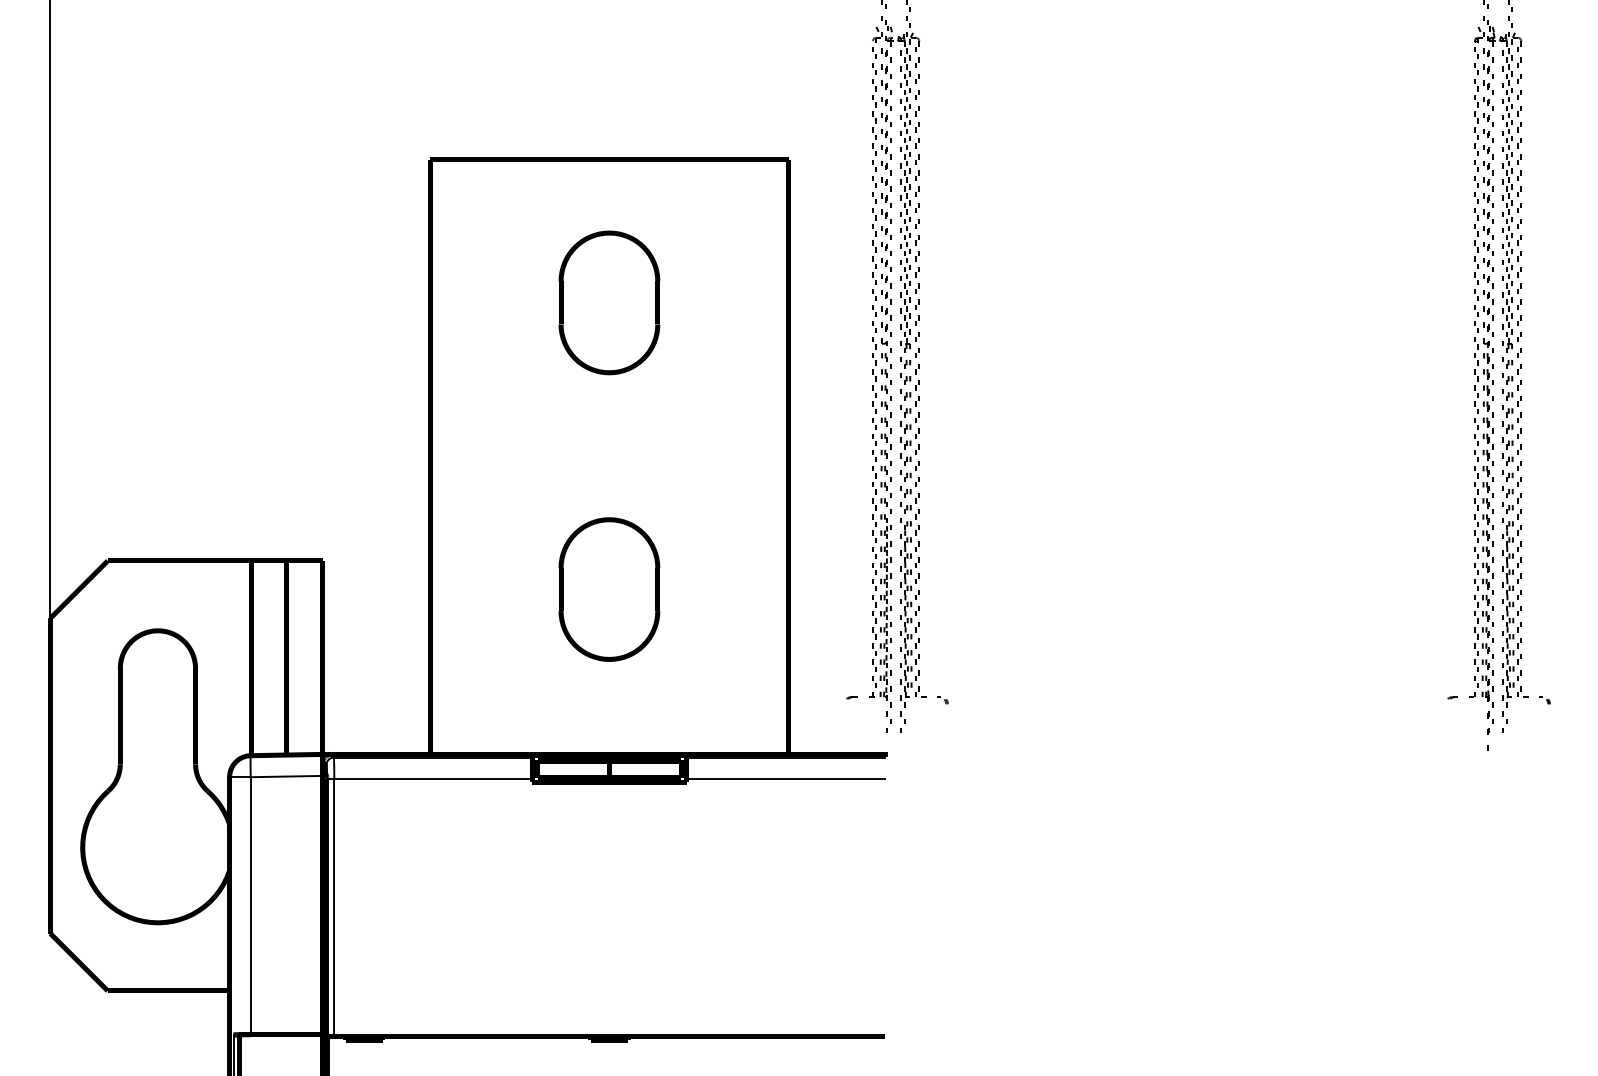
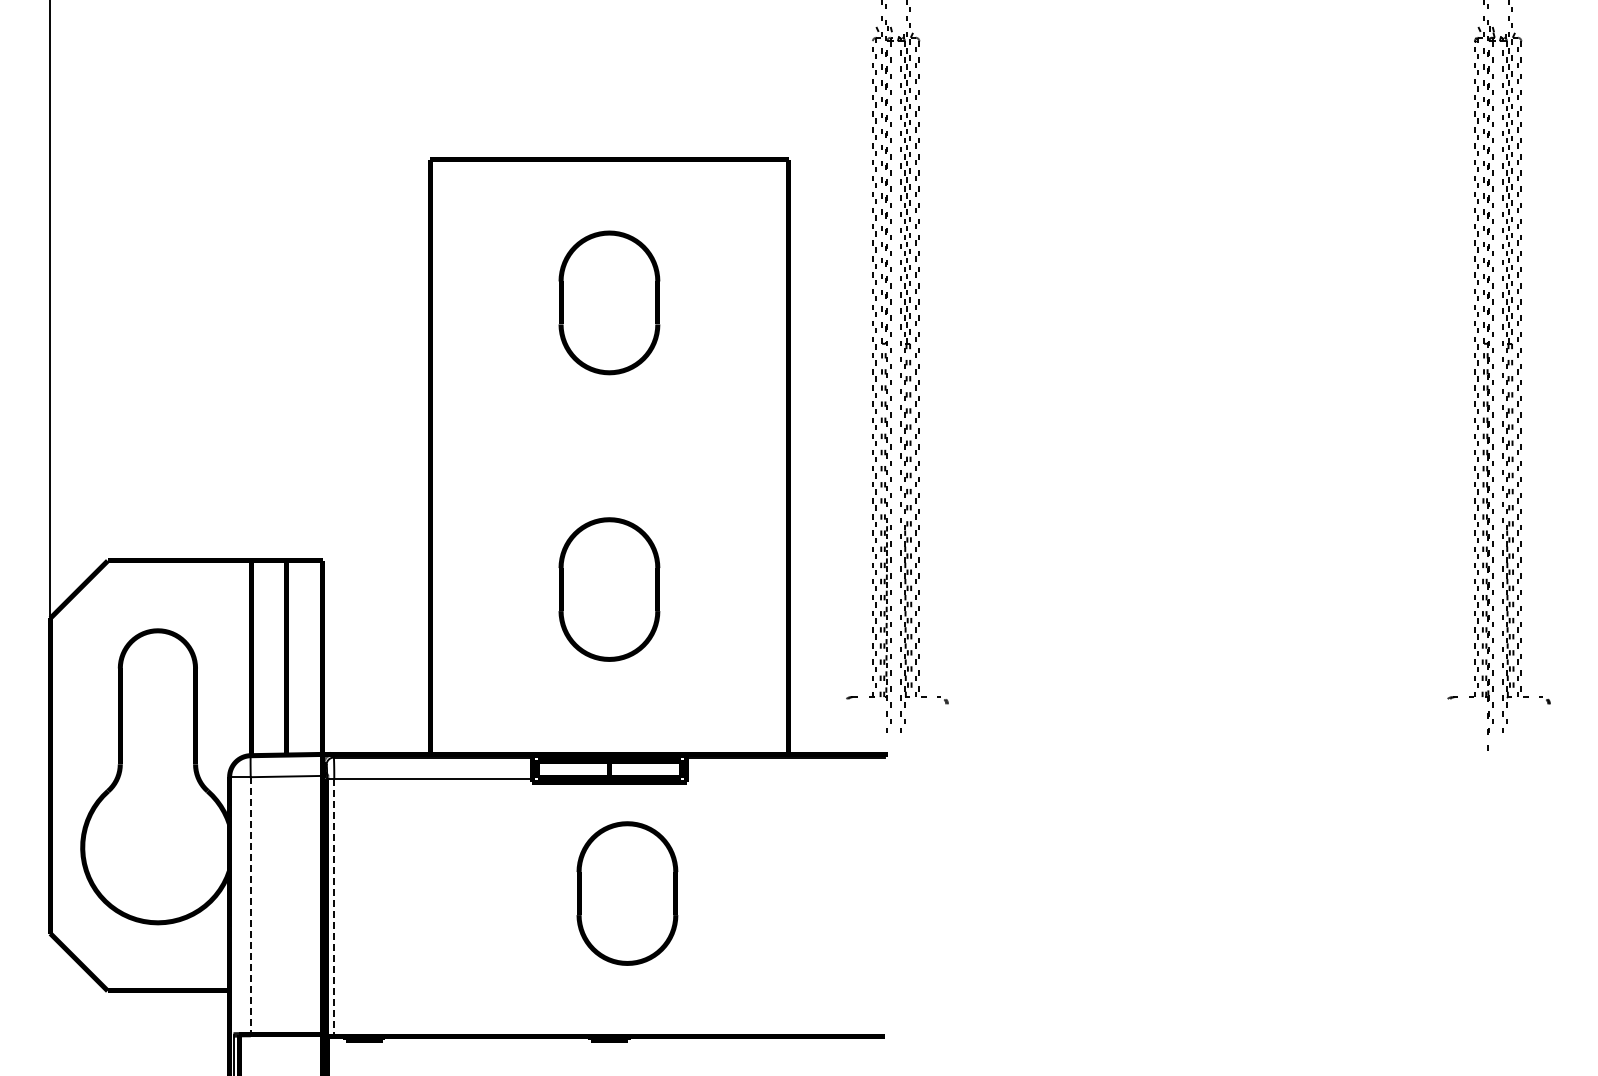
line at (785, 779): present -> none
part at (627, 893): none -> present
line at (250, 905): solid -> dashed
line at (334, 907): solid -> dashed
